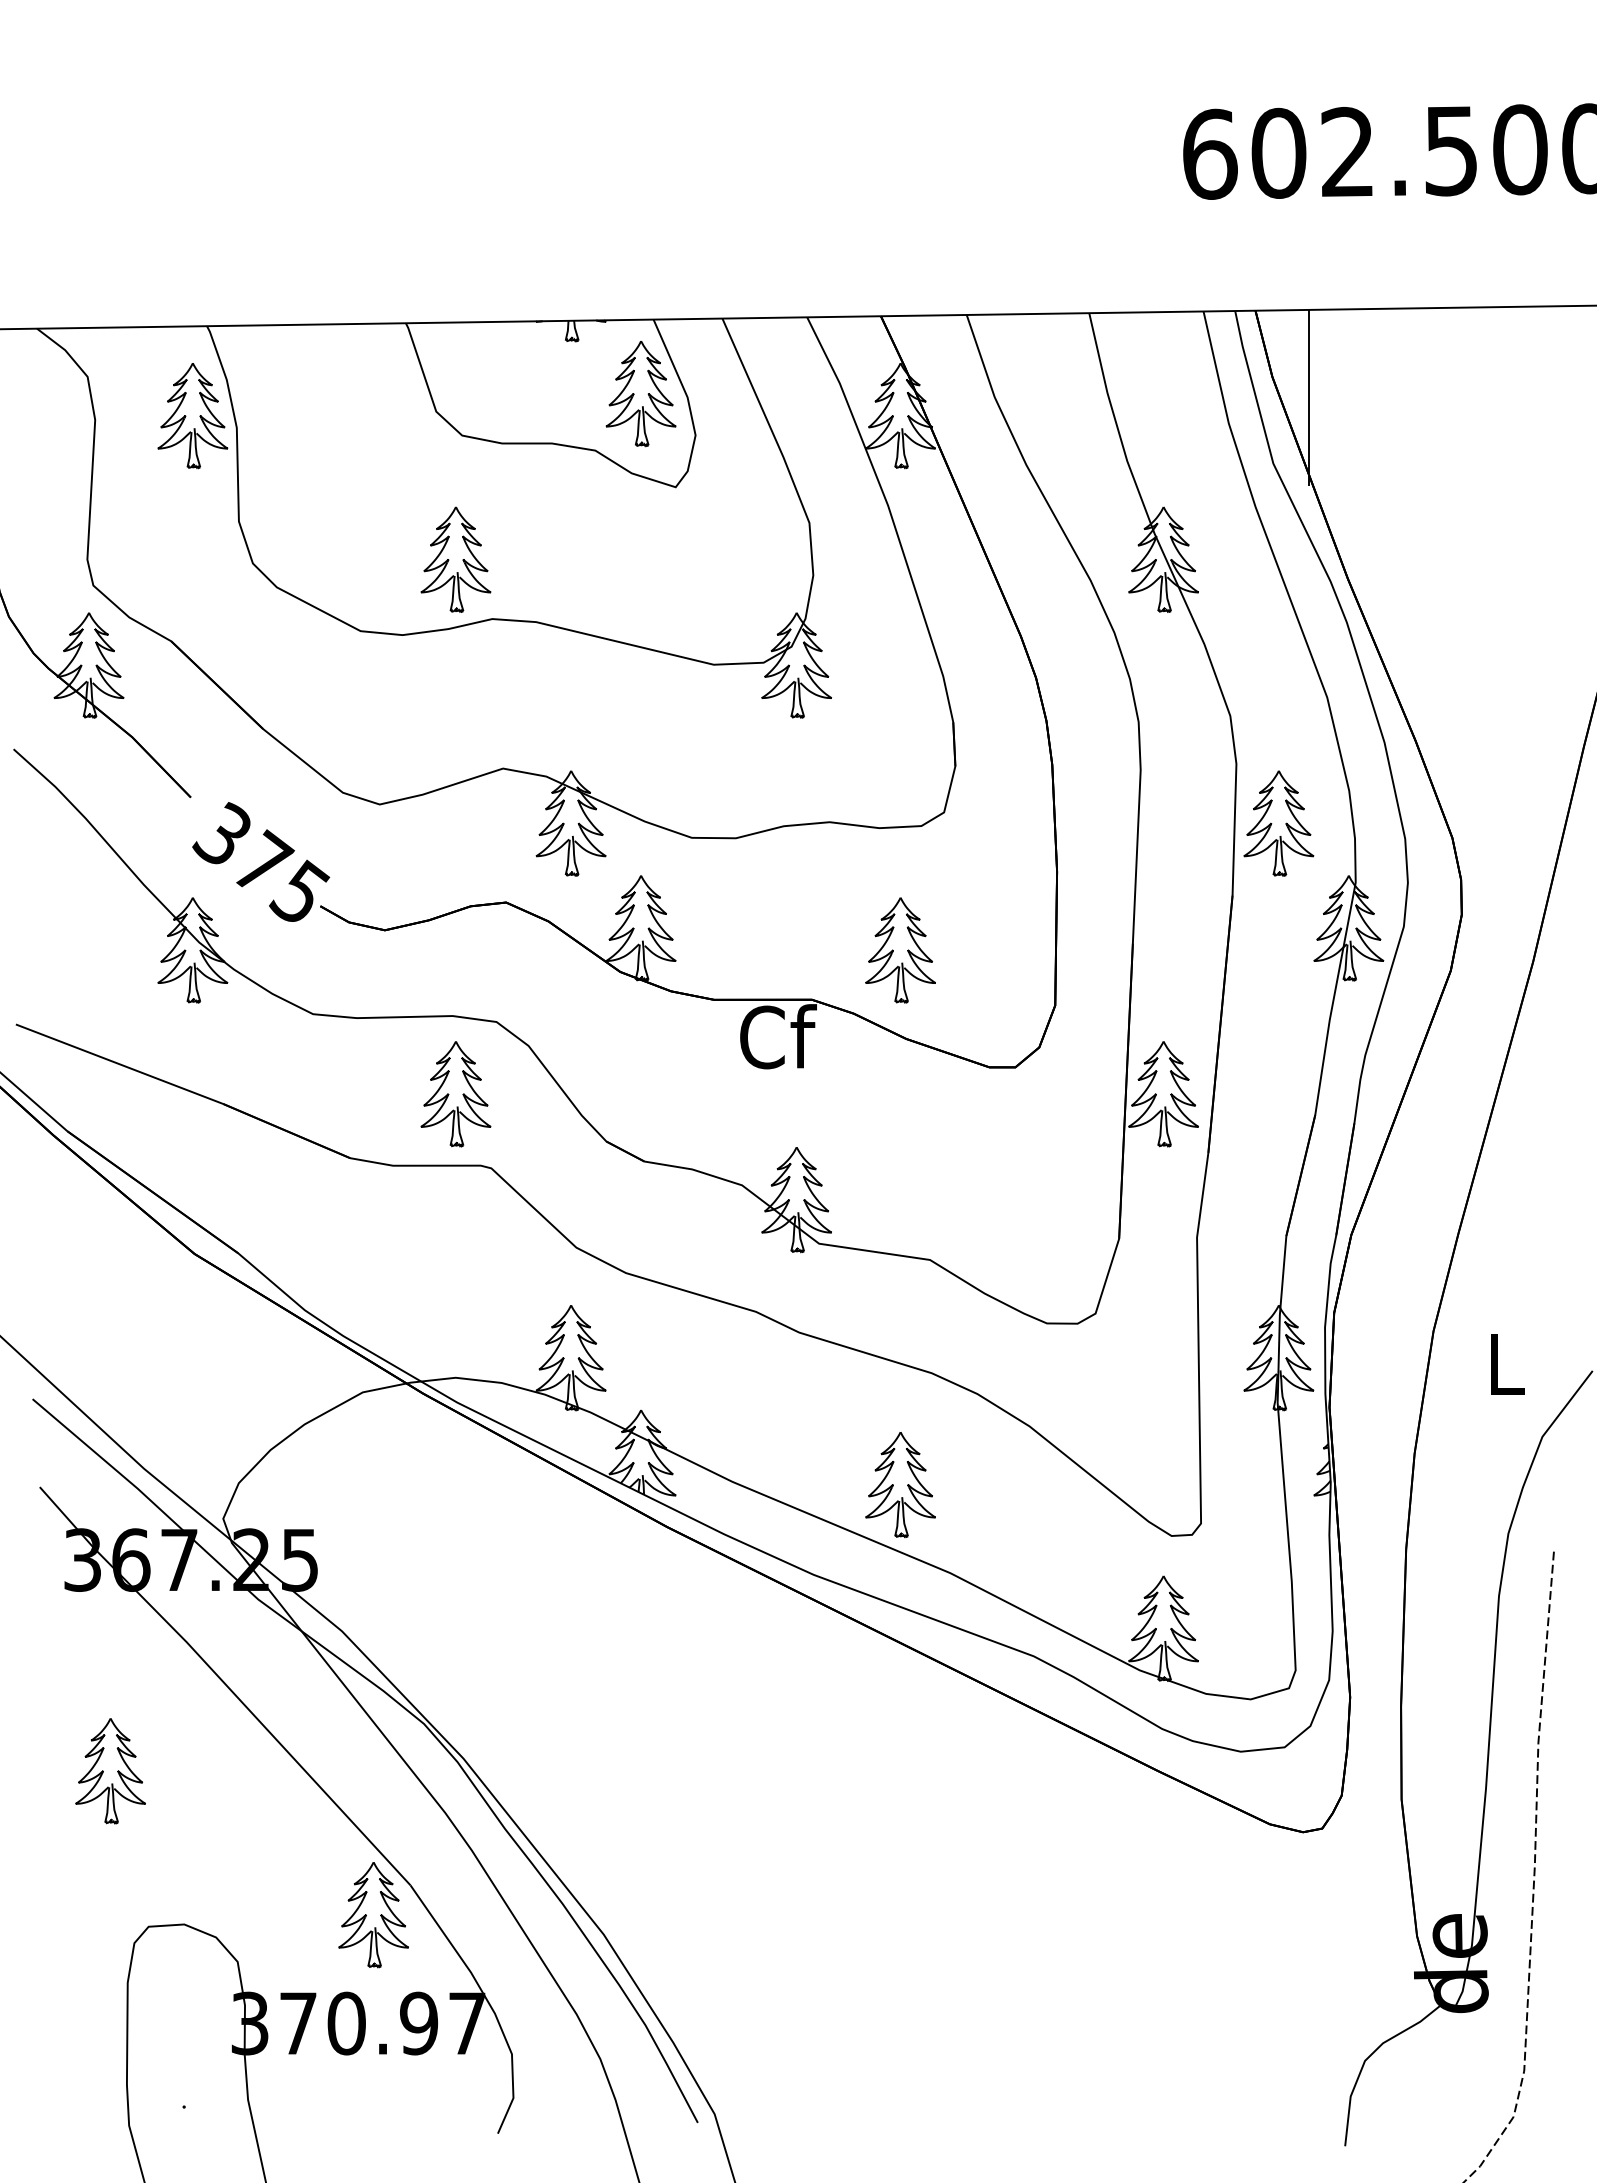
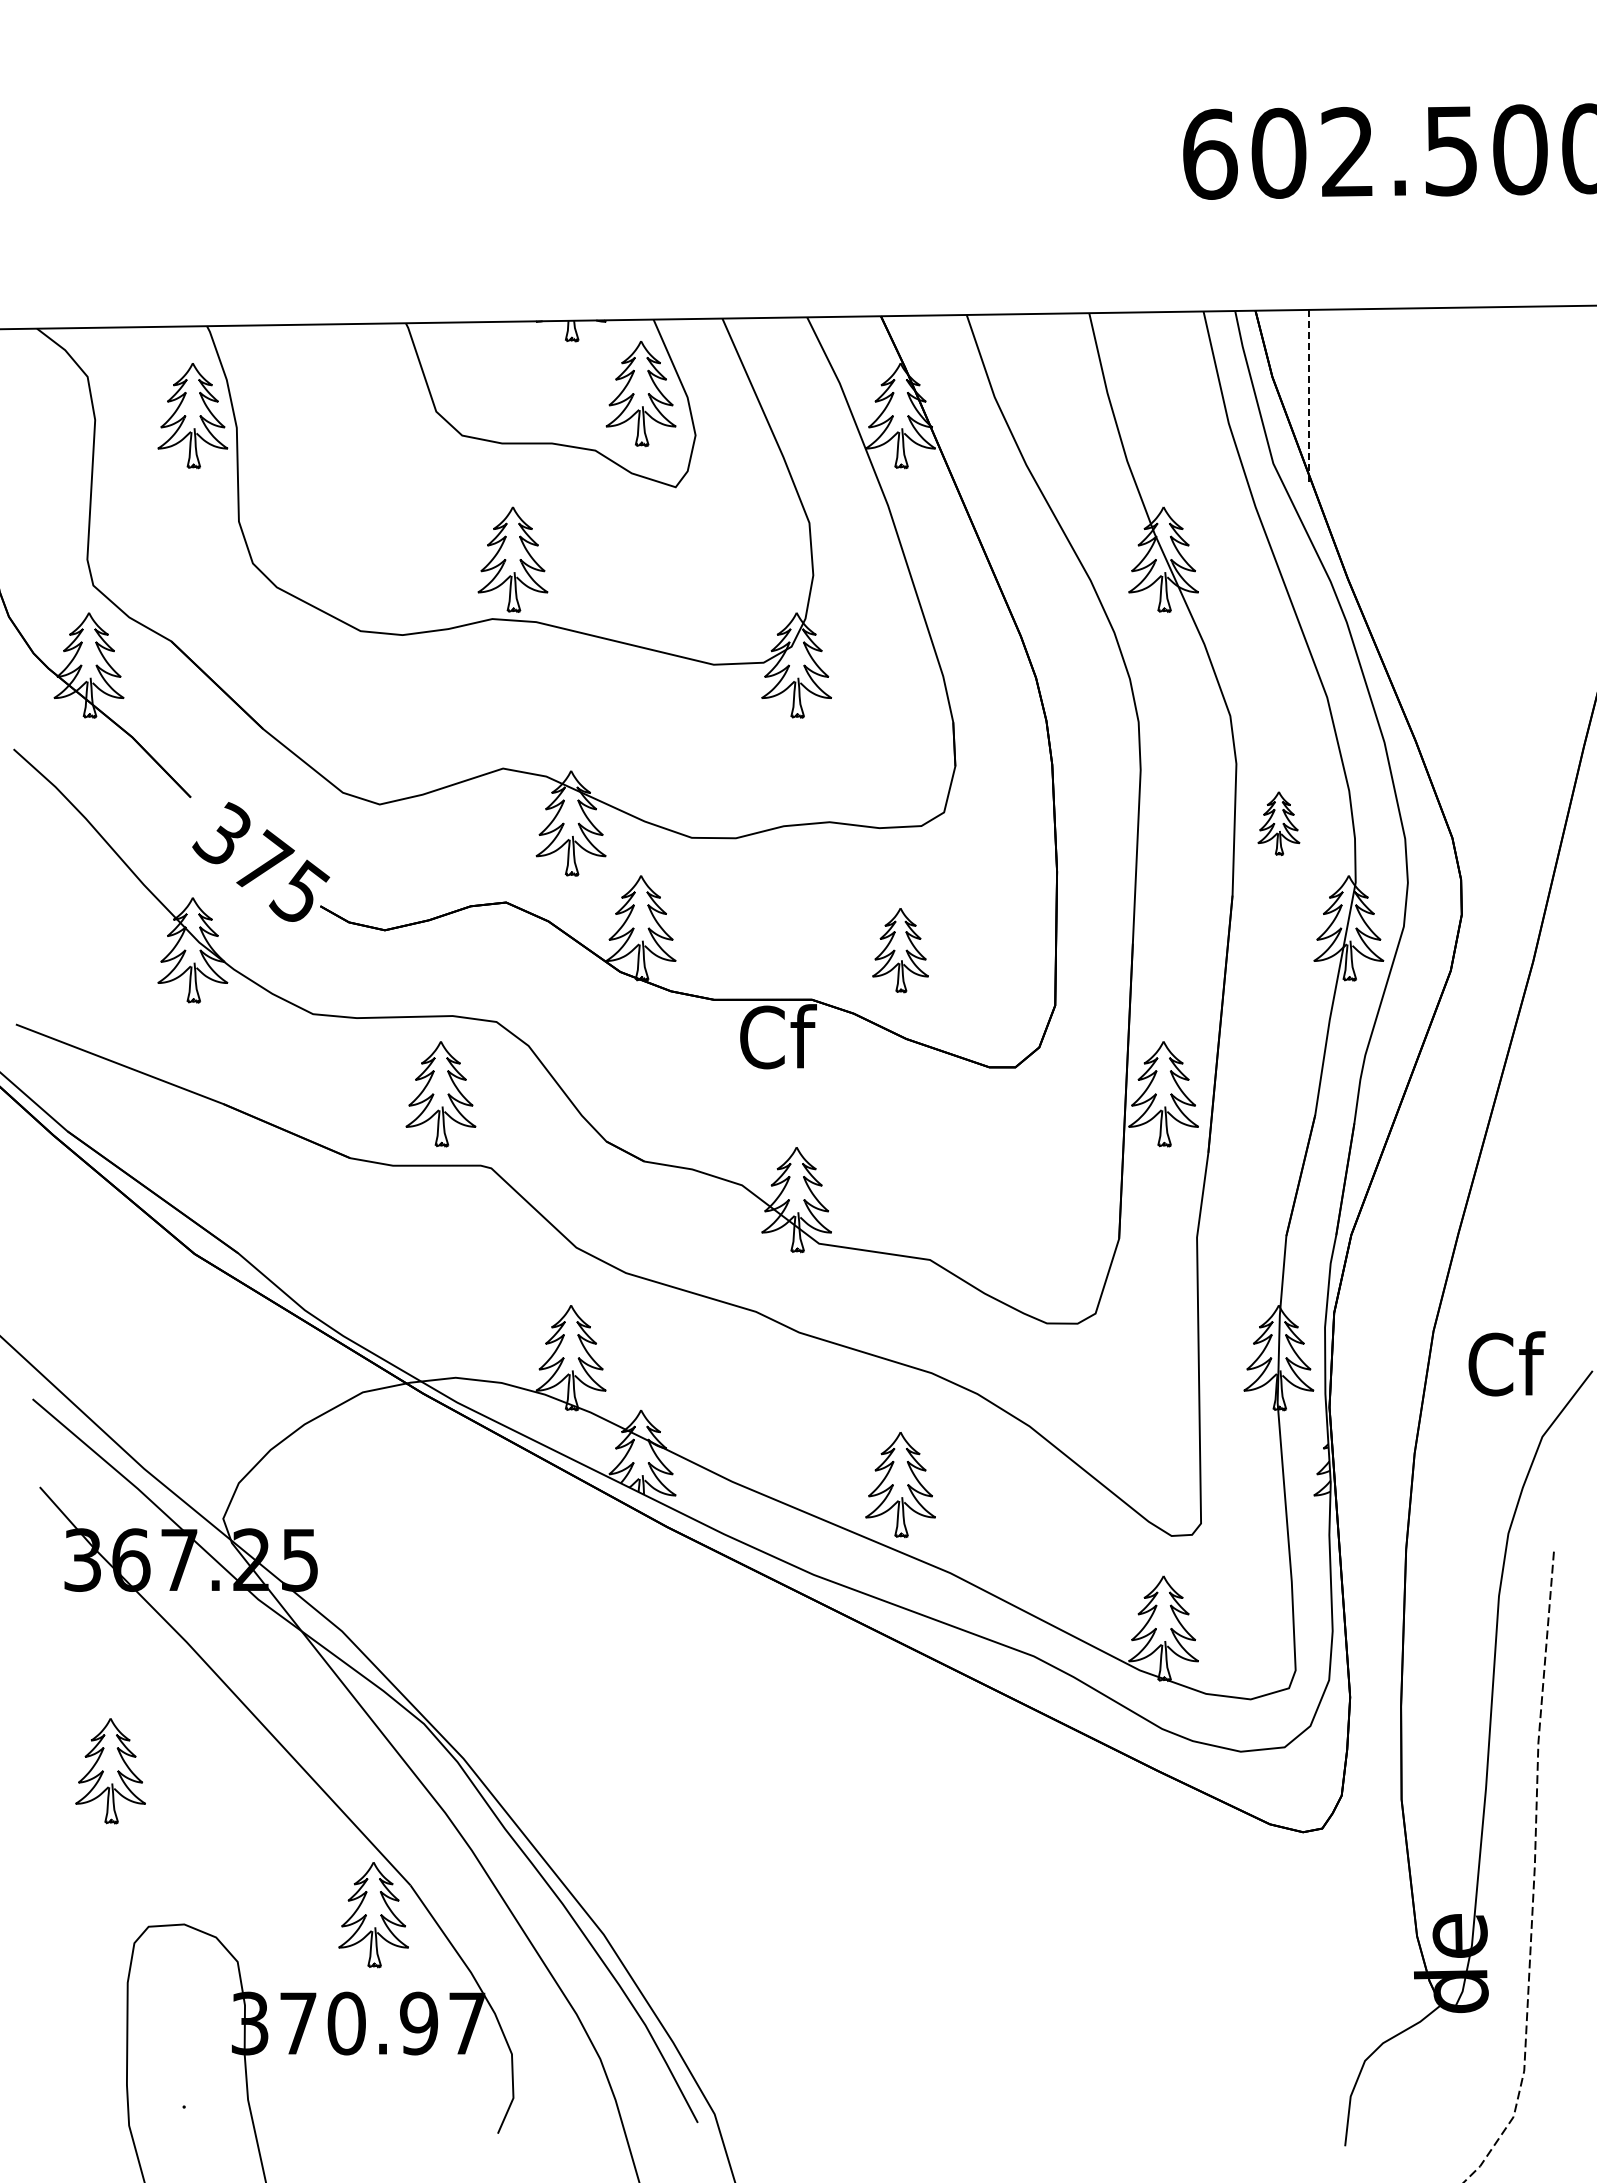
line at (1308, 397): solid -> dashed
part at (455, 559) position: (455, 559) -> (512, 559)
part at (1278, 823) size: 72x107 px -> 44x66 px
part at (900, 950) size: 71x107 px -> 57x86 px
part at (455, 1094) position: (455, 1094) -> (440, 1094)
text at (1506, 1363): L -> Cf
